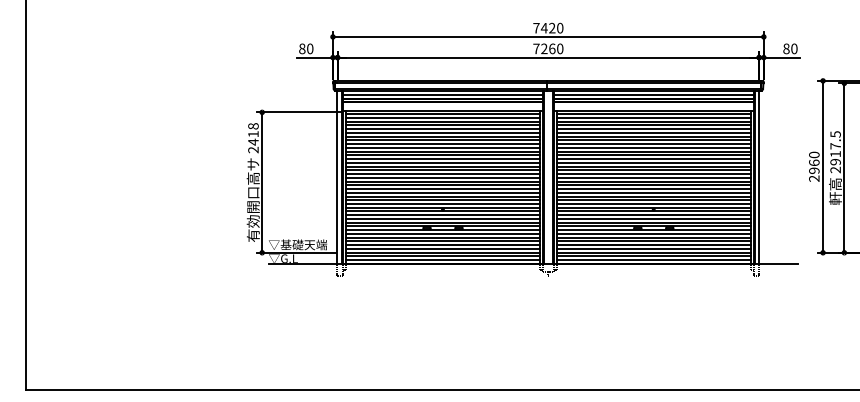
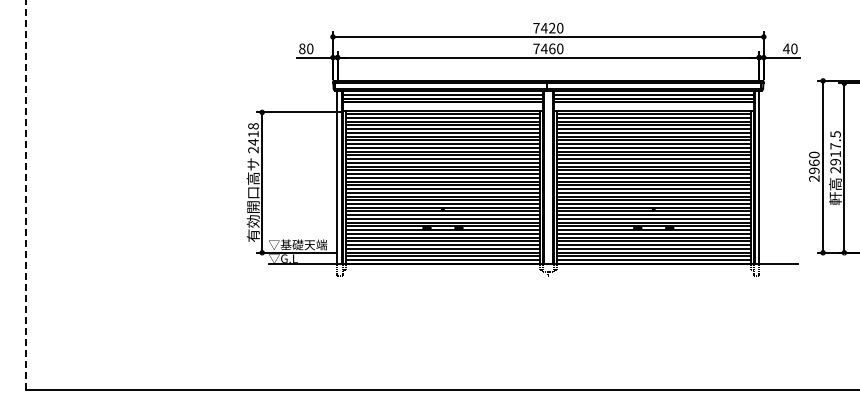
text at (543, 48): 7260 -> 7460
text at (786, 48): 80 -> 40
line at (25, 194): solid -> dashed
